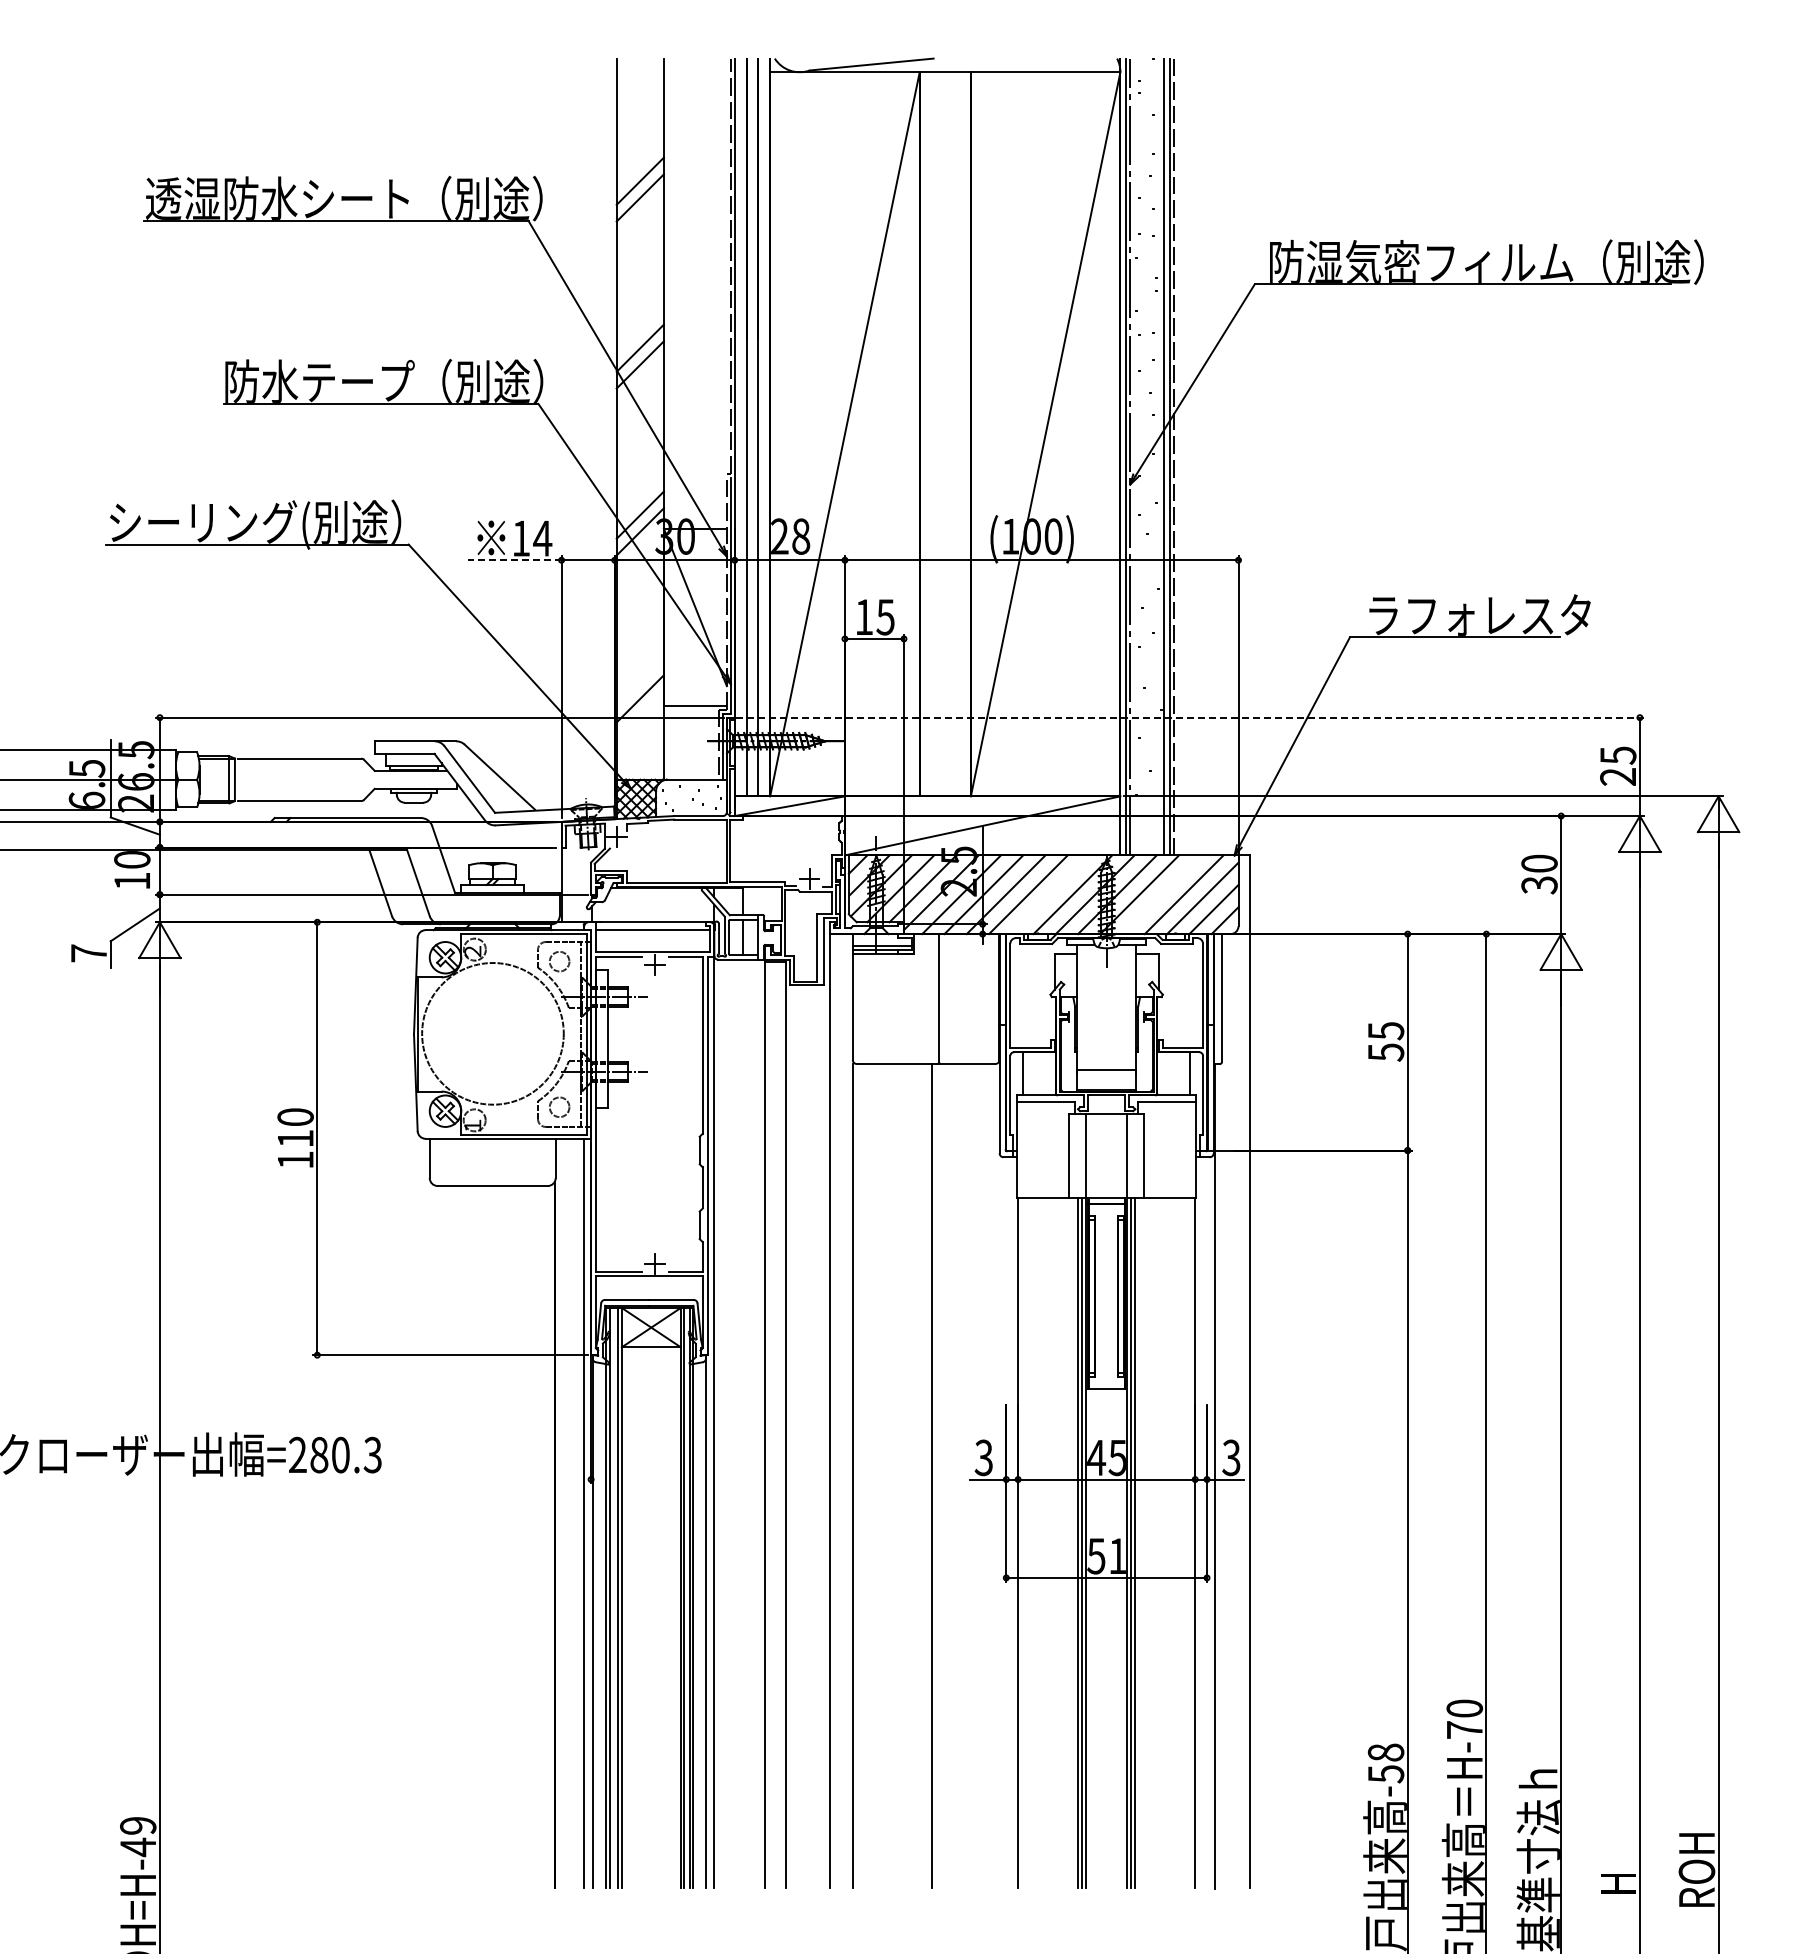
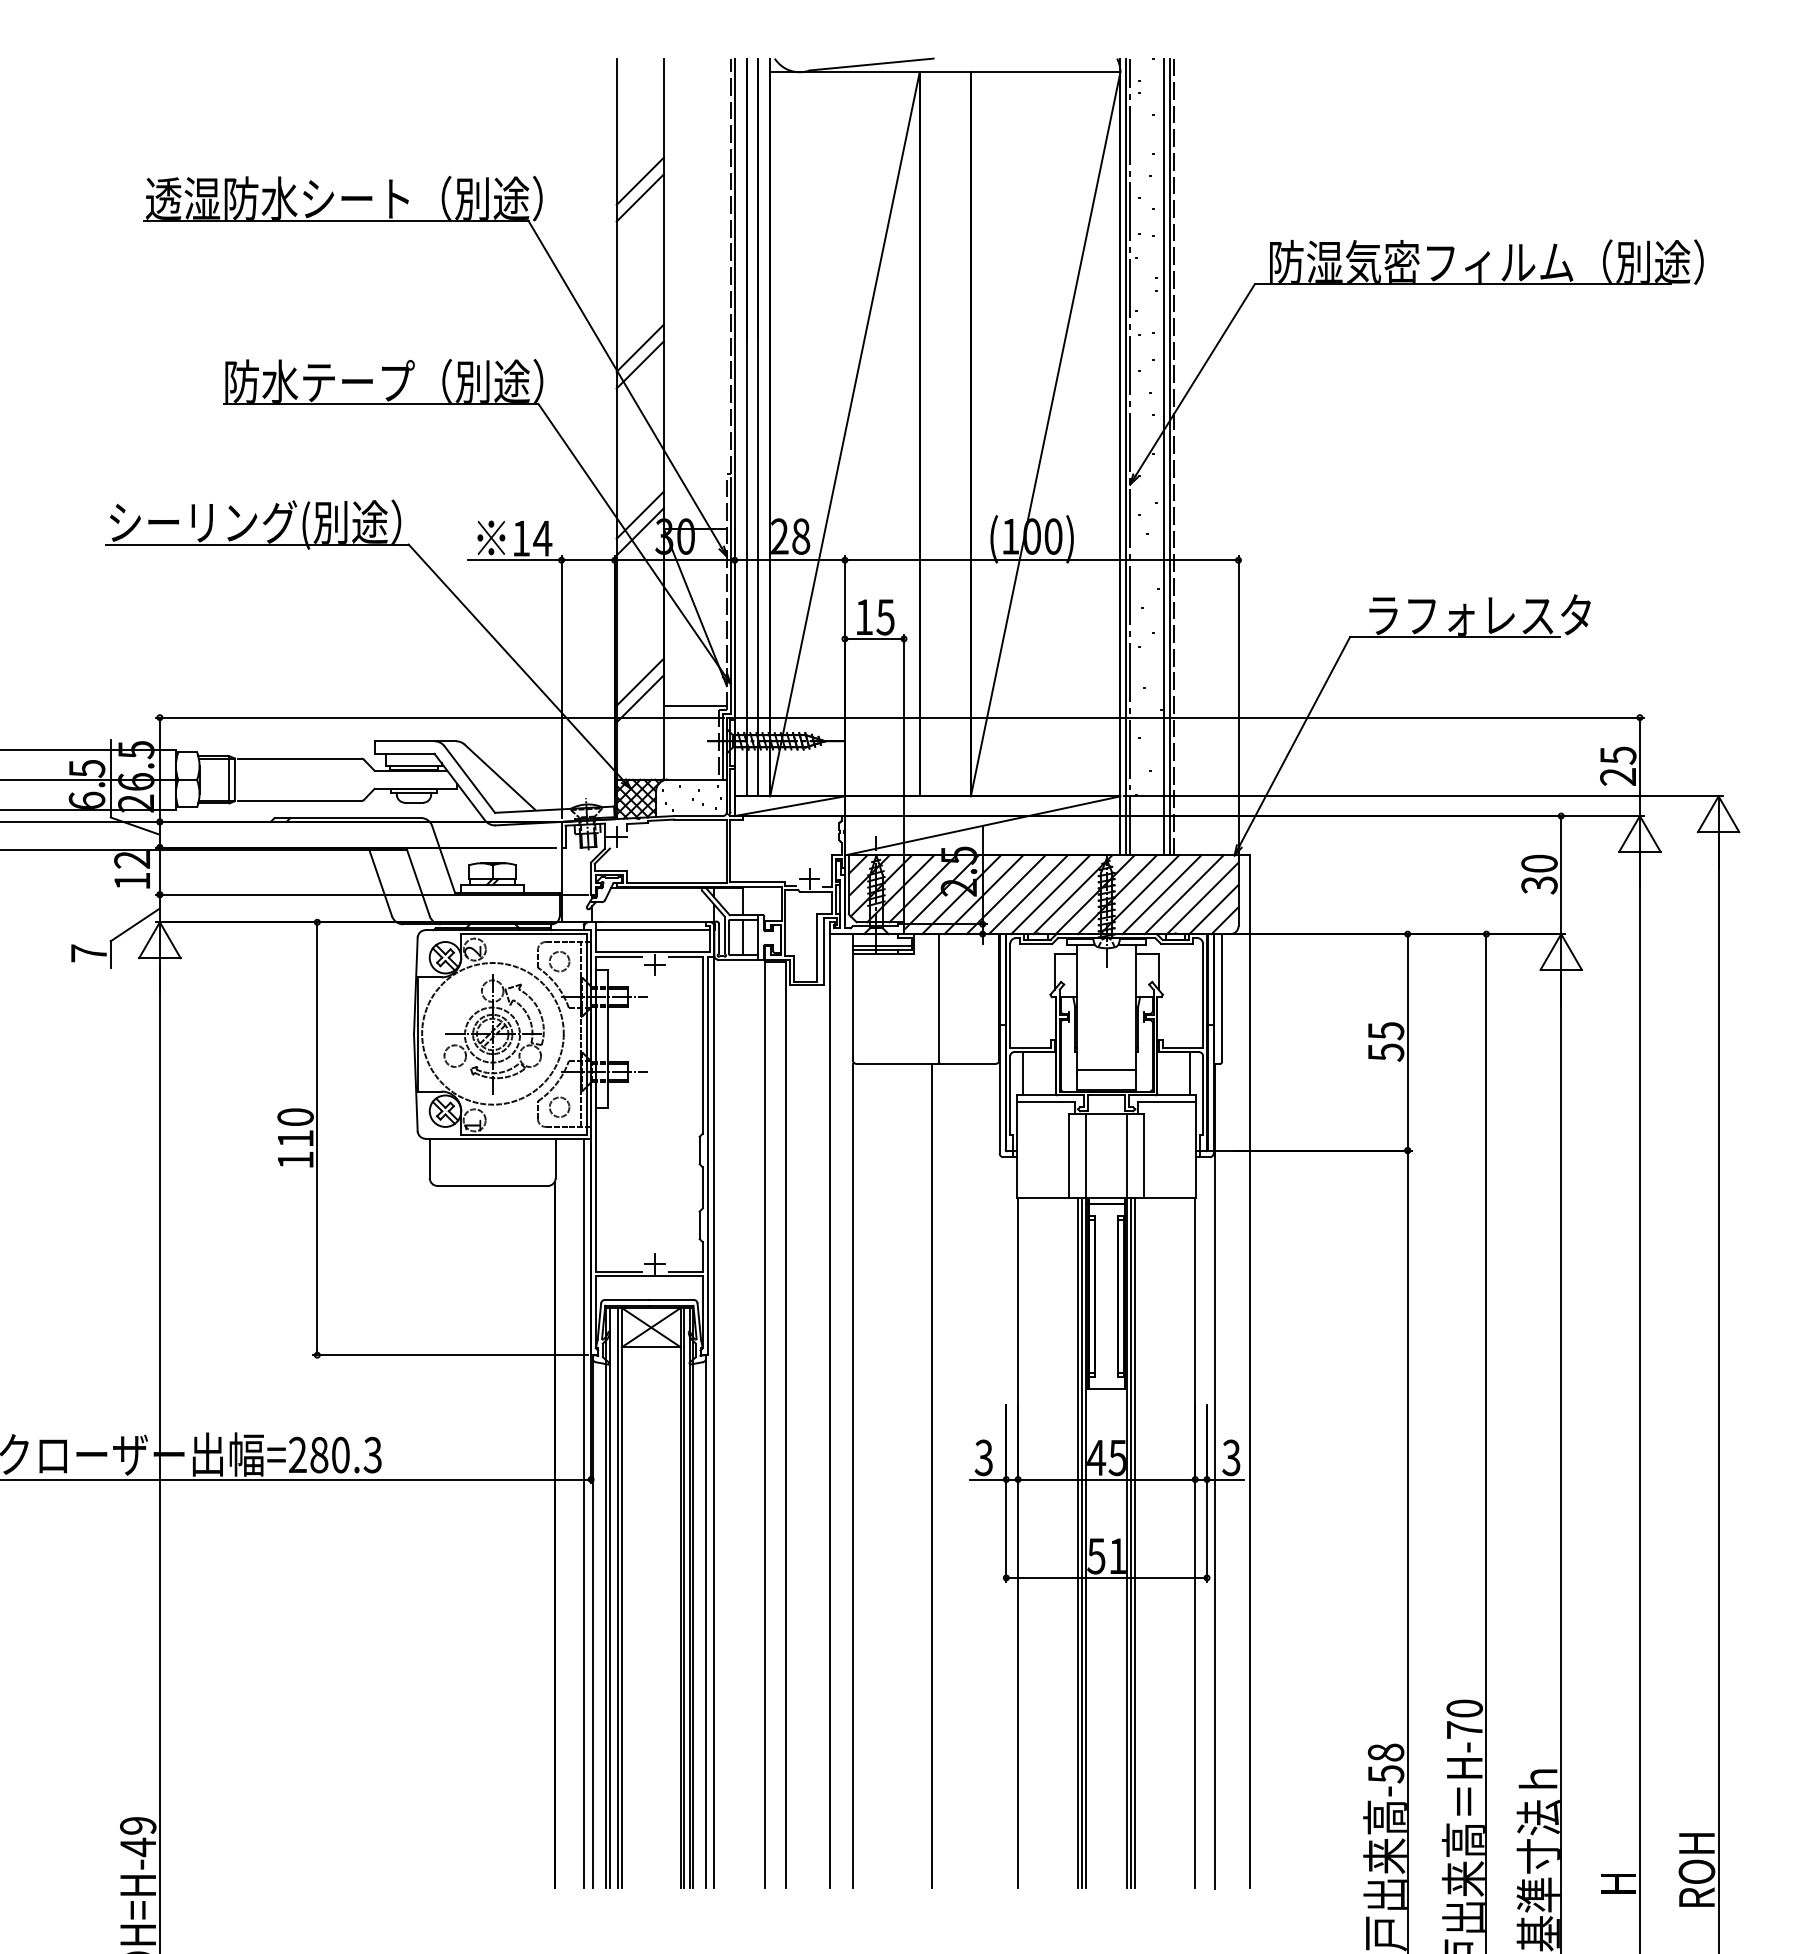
line at (514, 560): dashed -> solid
line at (639, 681): none -> present
line at (1189, 717): dashed -> solid
text at (132, 859): 10 -> 12
line at (1050, 894): none -> present
line at (1161, 894): none -> present
part at (493, 1034): none -> present
line at (296, 1479): none -> present
